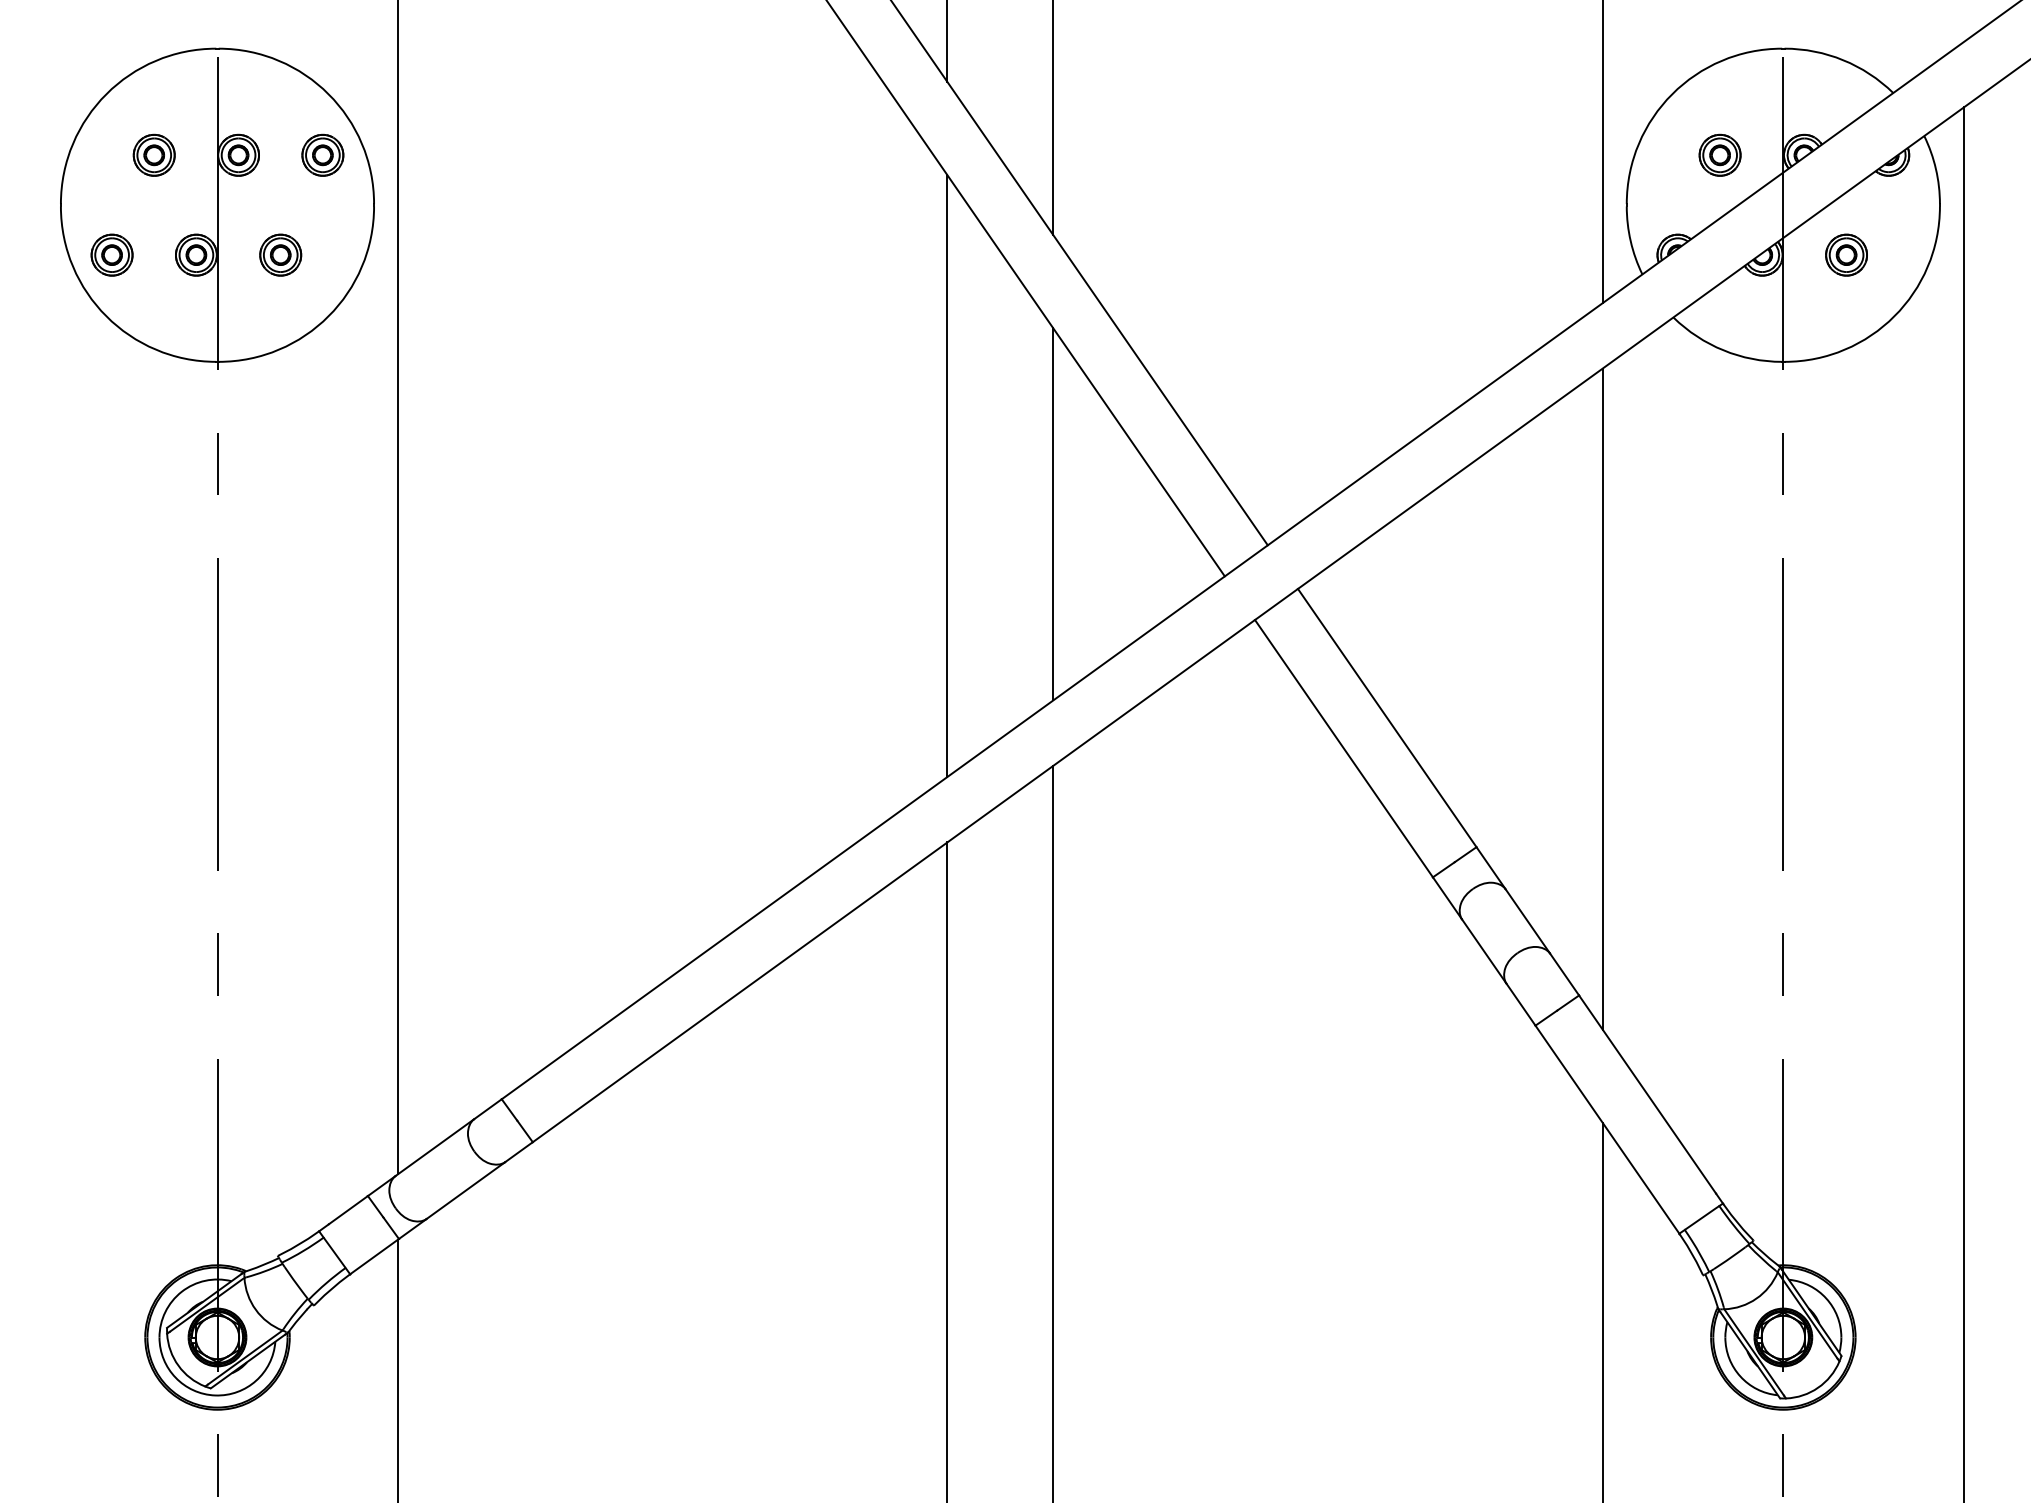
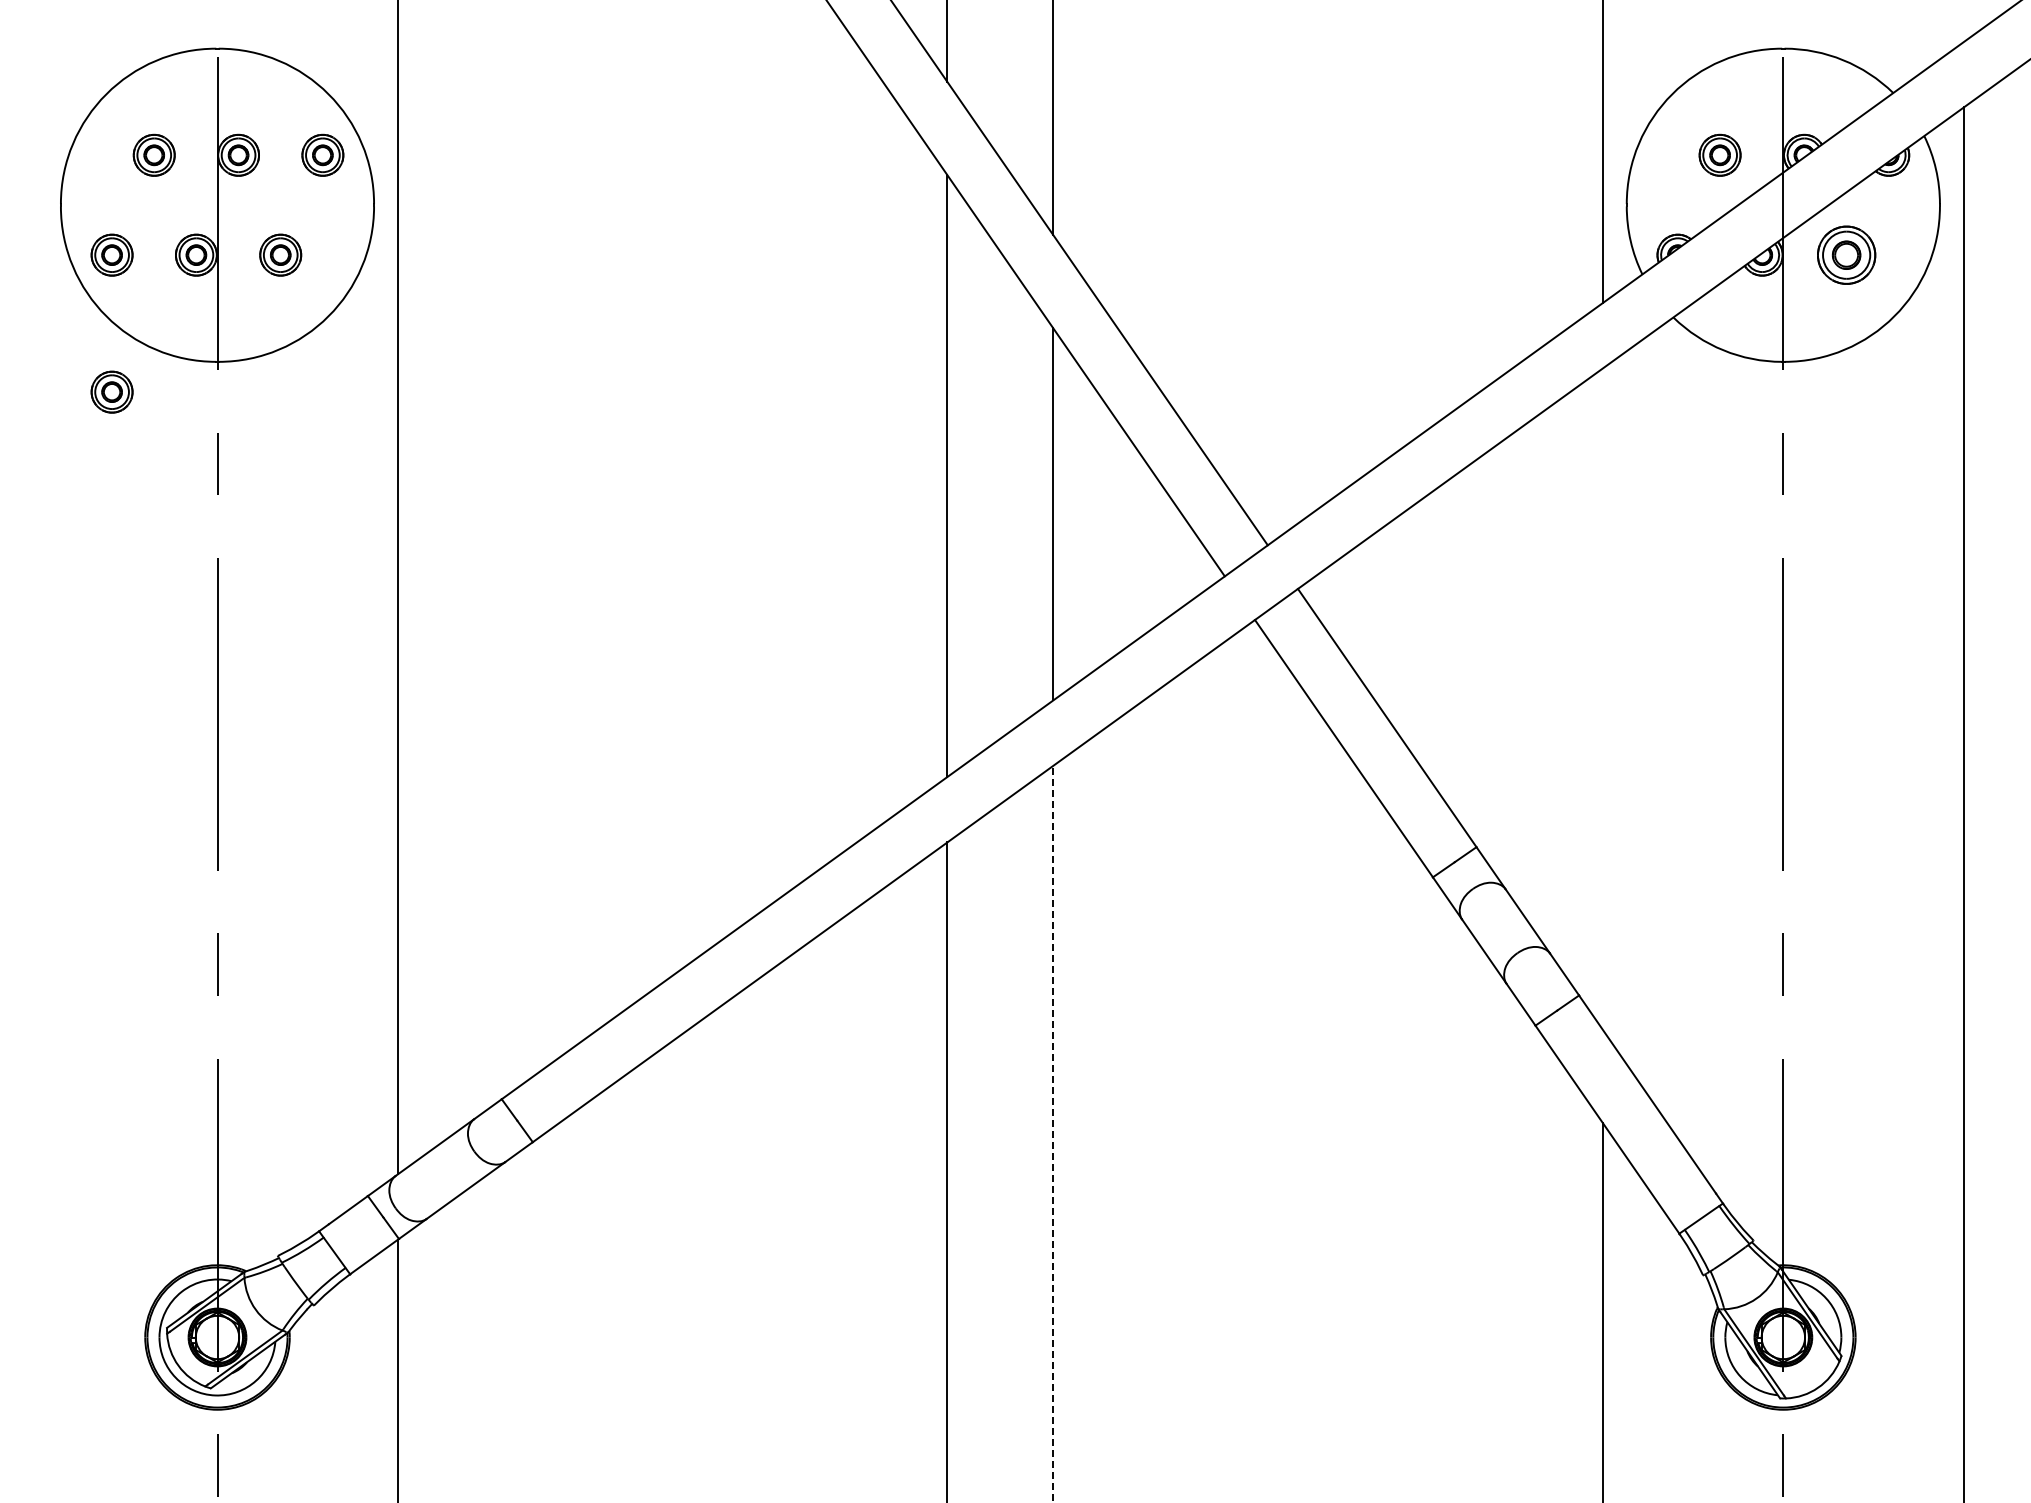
part at (1846, 254) size: 43x44 px -> 60x60 px
part at (111, 391): none -> present
line at (1602, 698): present -> none
line at (1053, 1133): solid -> dashed
